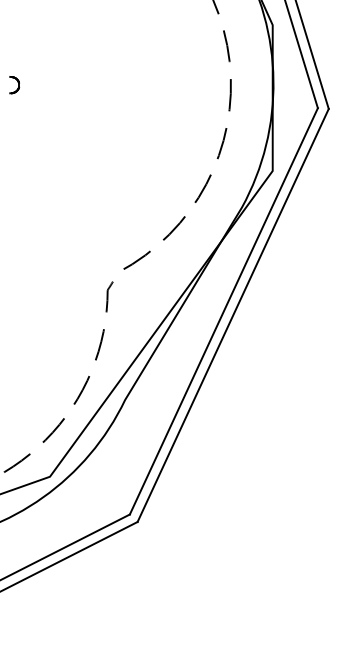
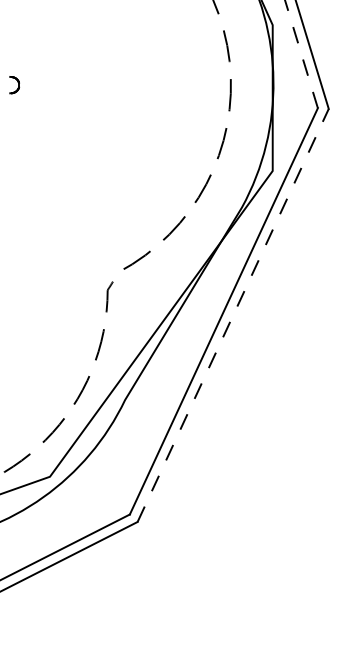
line at (301, 53): solid -> dashed
line at (233, 315): solid -> dashed
